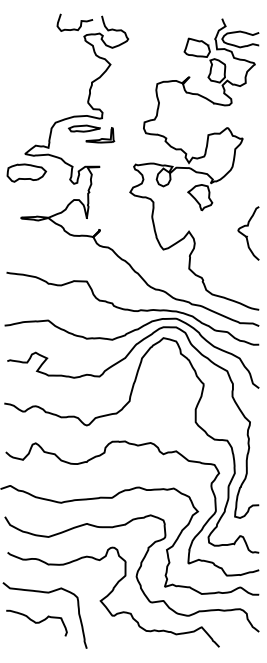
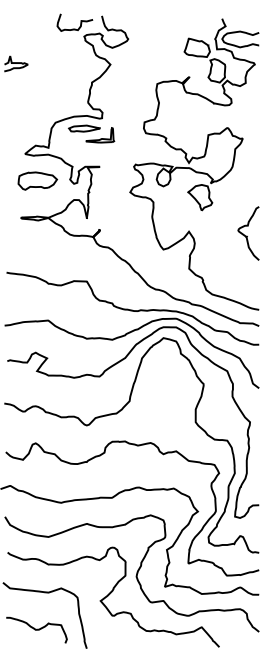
curve at (16, 63): none -> present
part at (26, 172) position: (26, 172) -> (37, 180)
curve at (36, 622) position: (36, 622) -> (36, 629)
